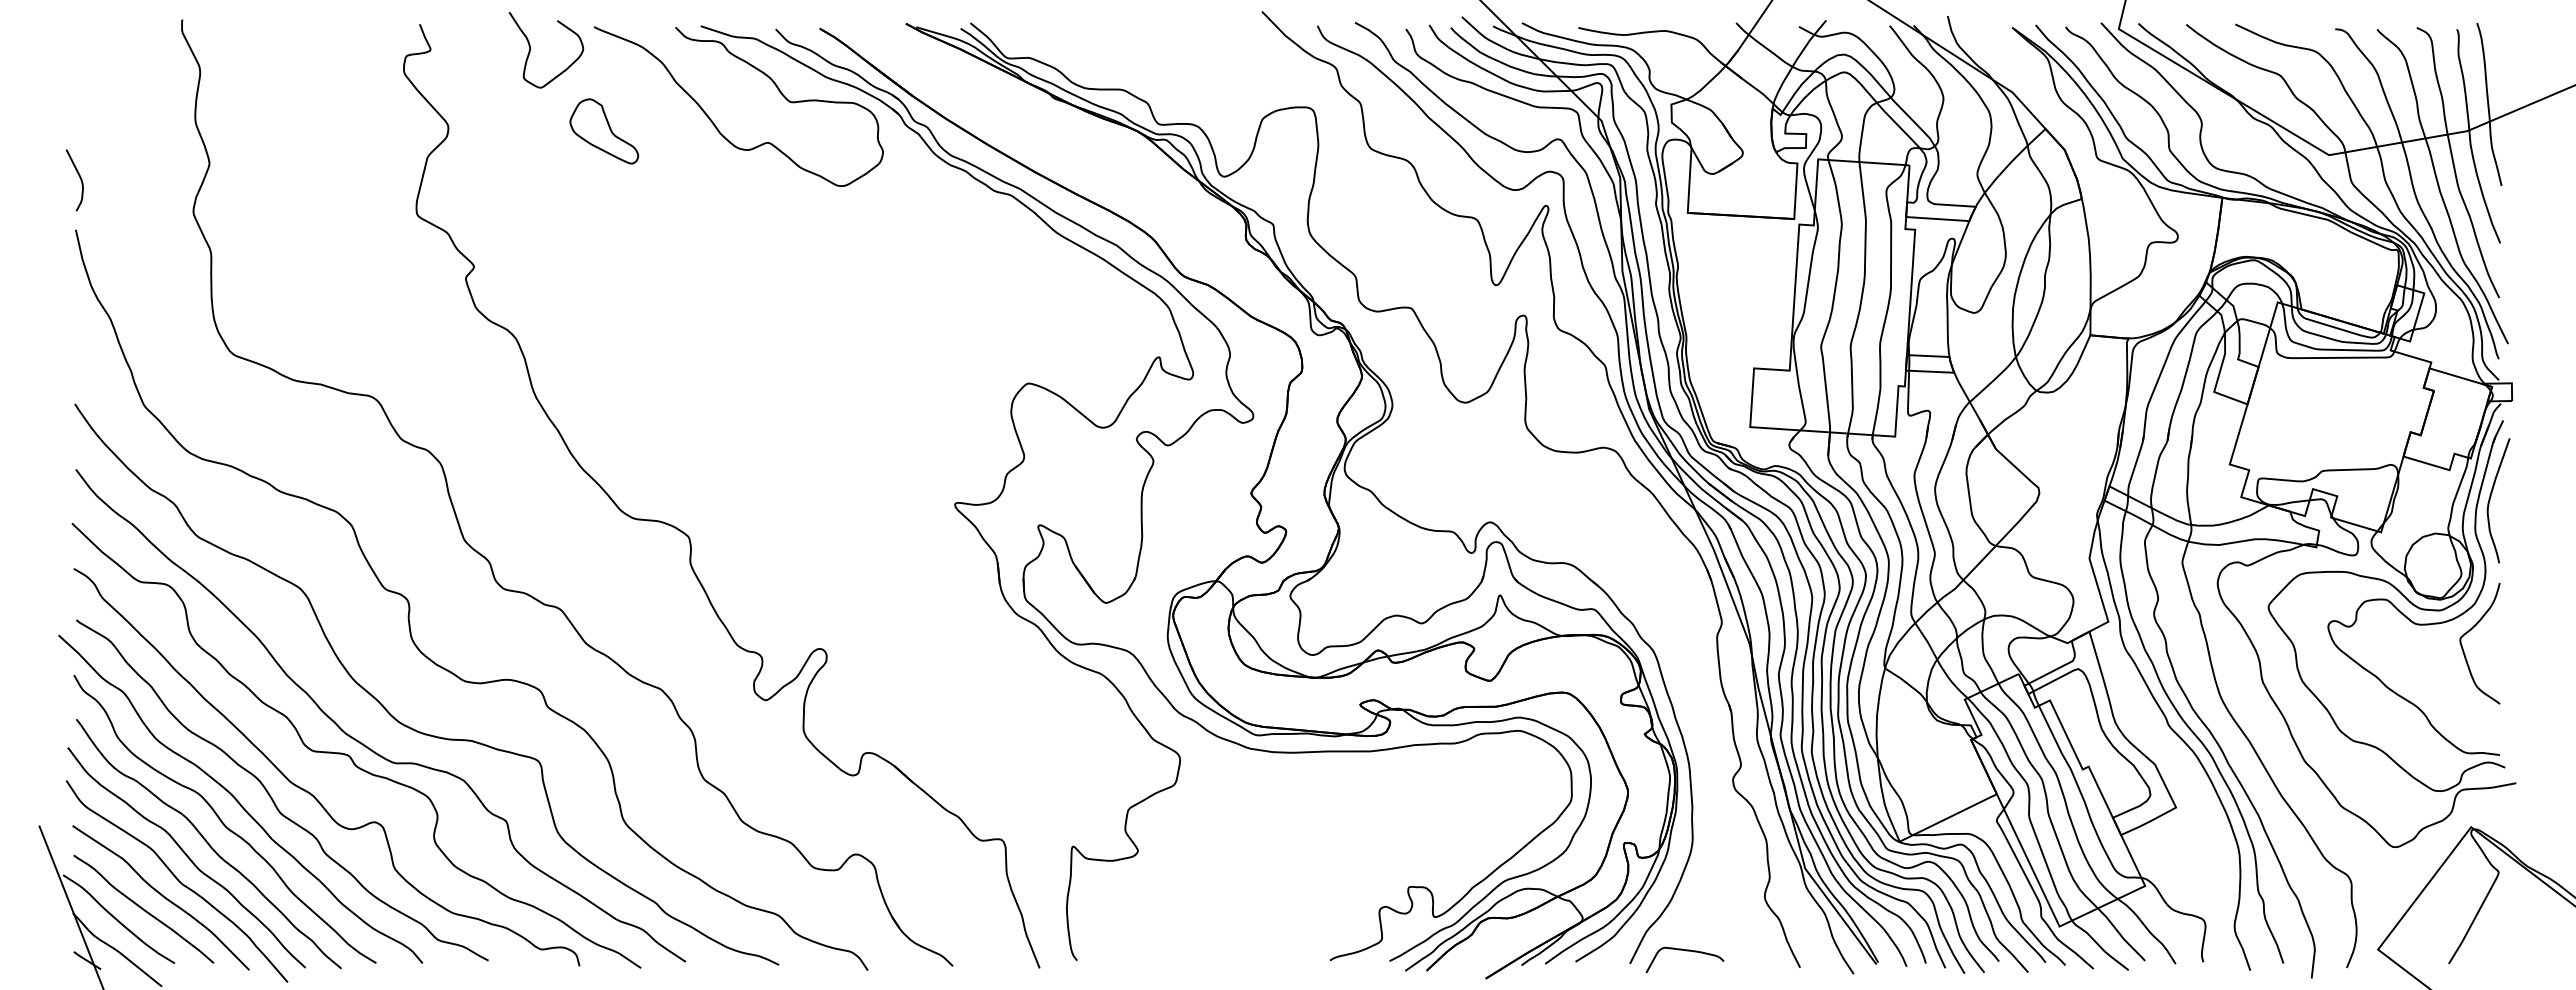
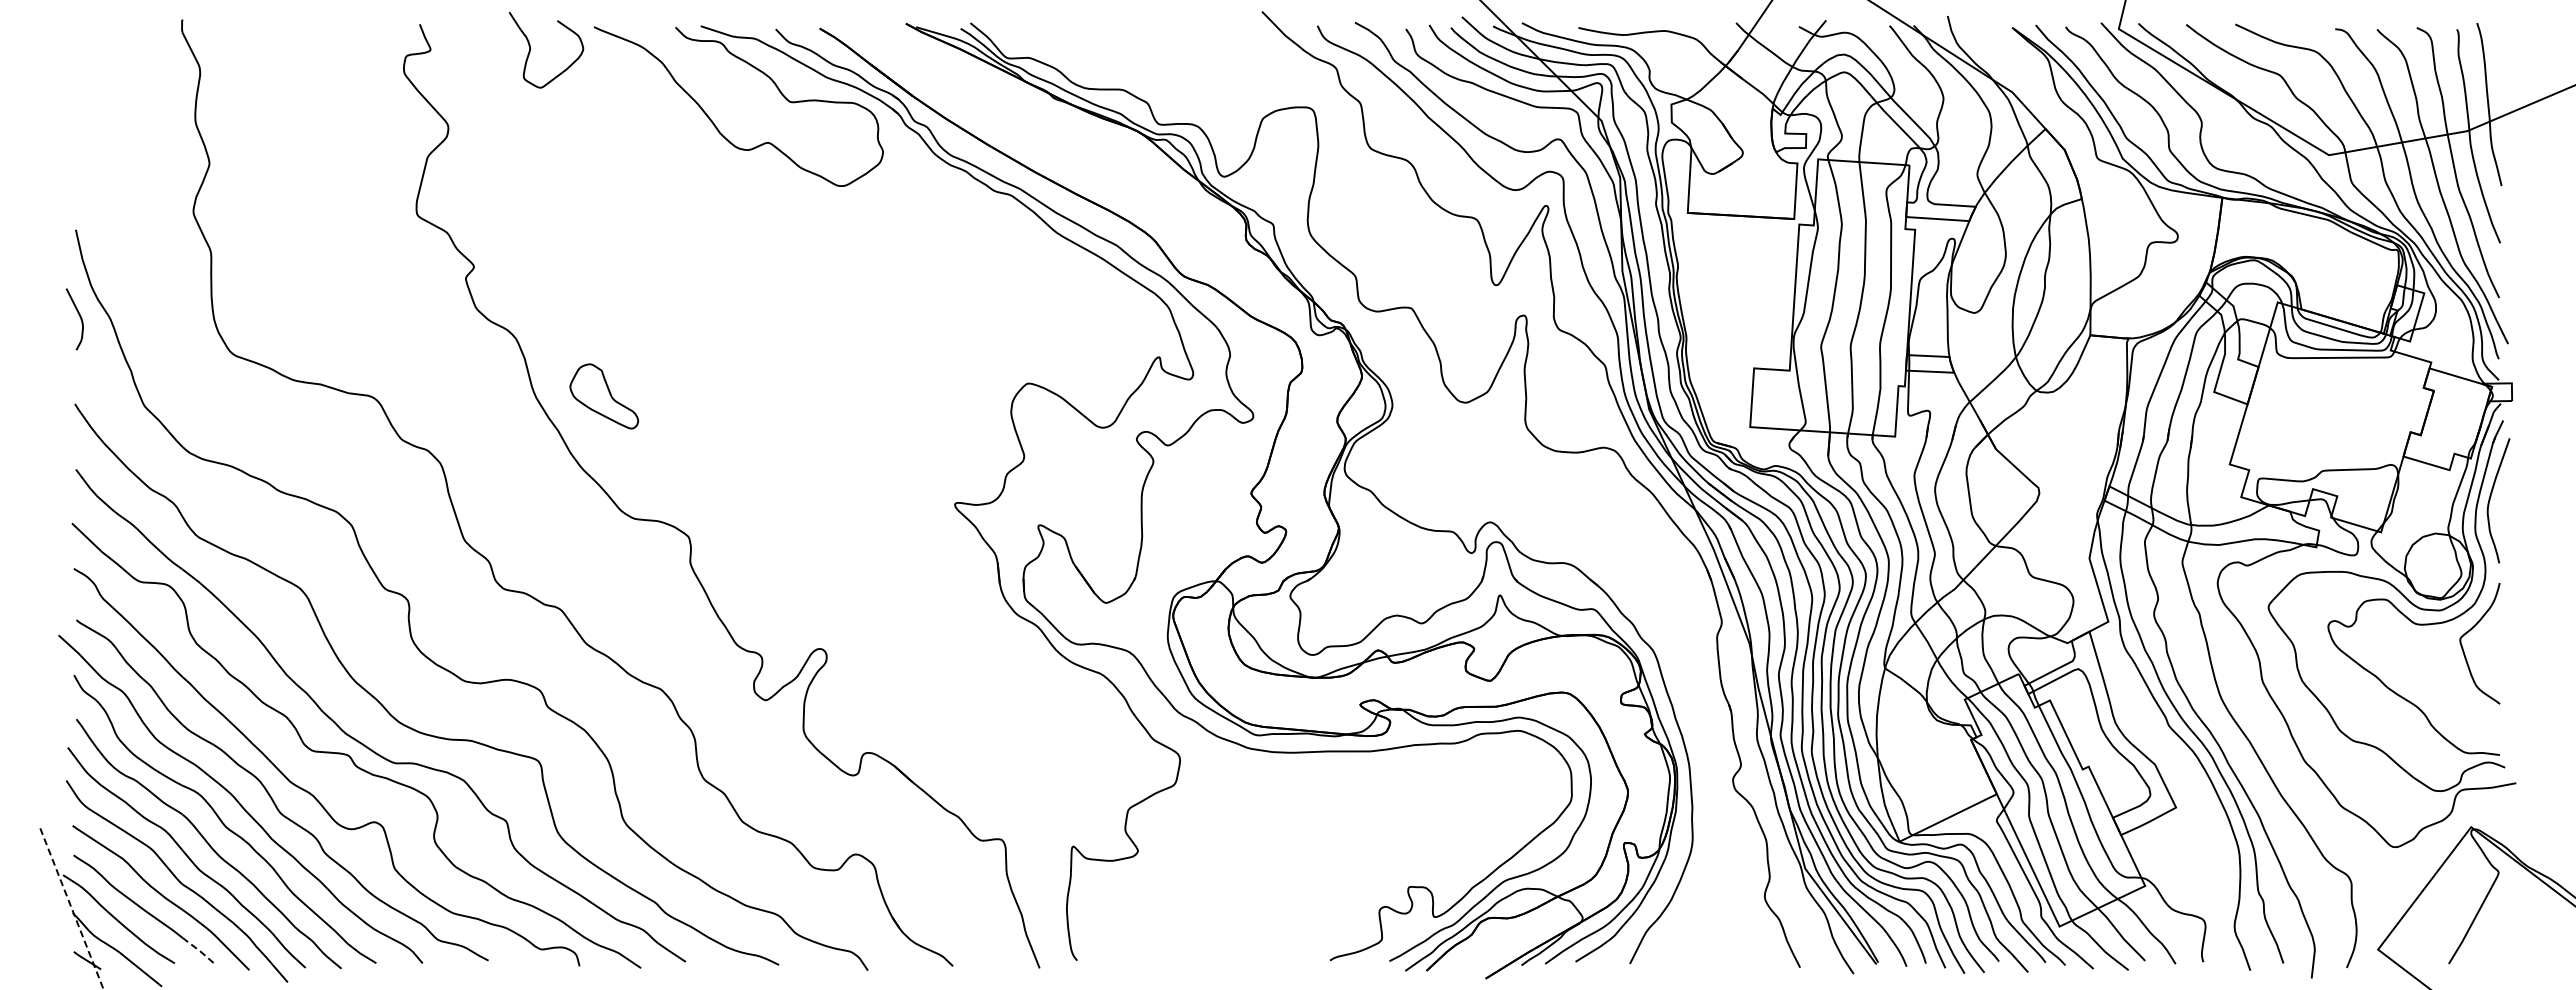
part at (604, 131) position: (604, 131) -> (604, 396)
curve at (79, 178) position: (79, 178) -> (79, 317)
line at (71, 907): solid -> dashed
line at (199, 950): solid -> dashed
curve at (1685, 951): present -> none
